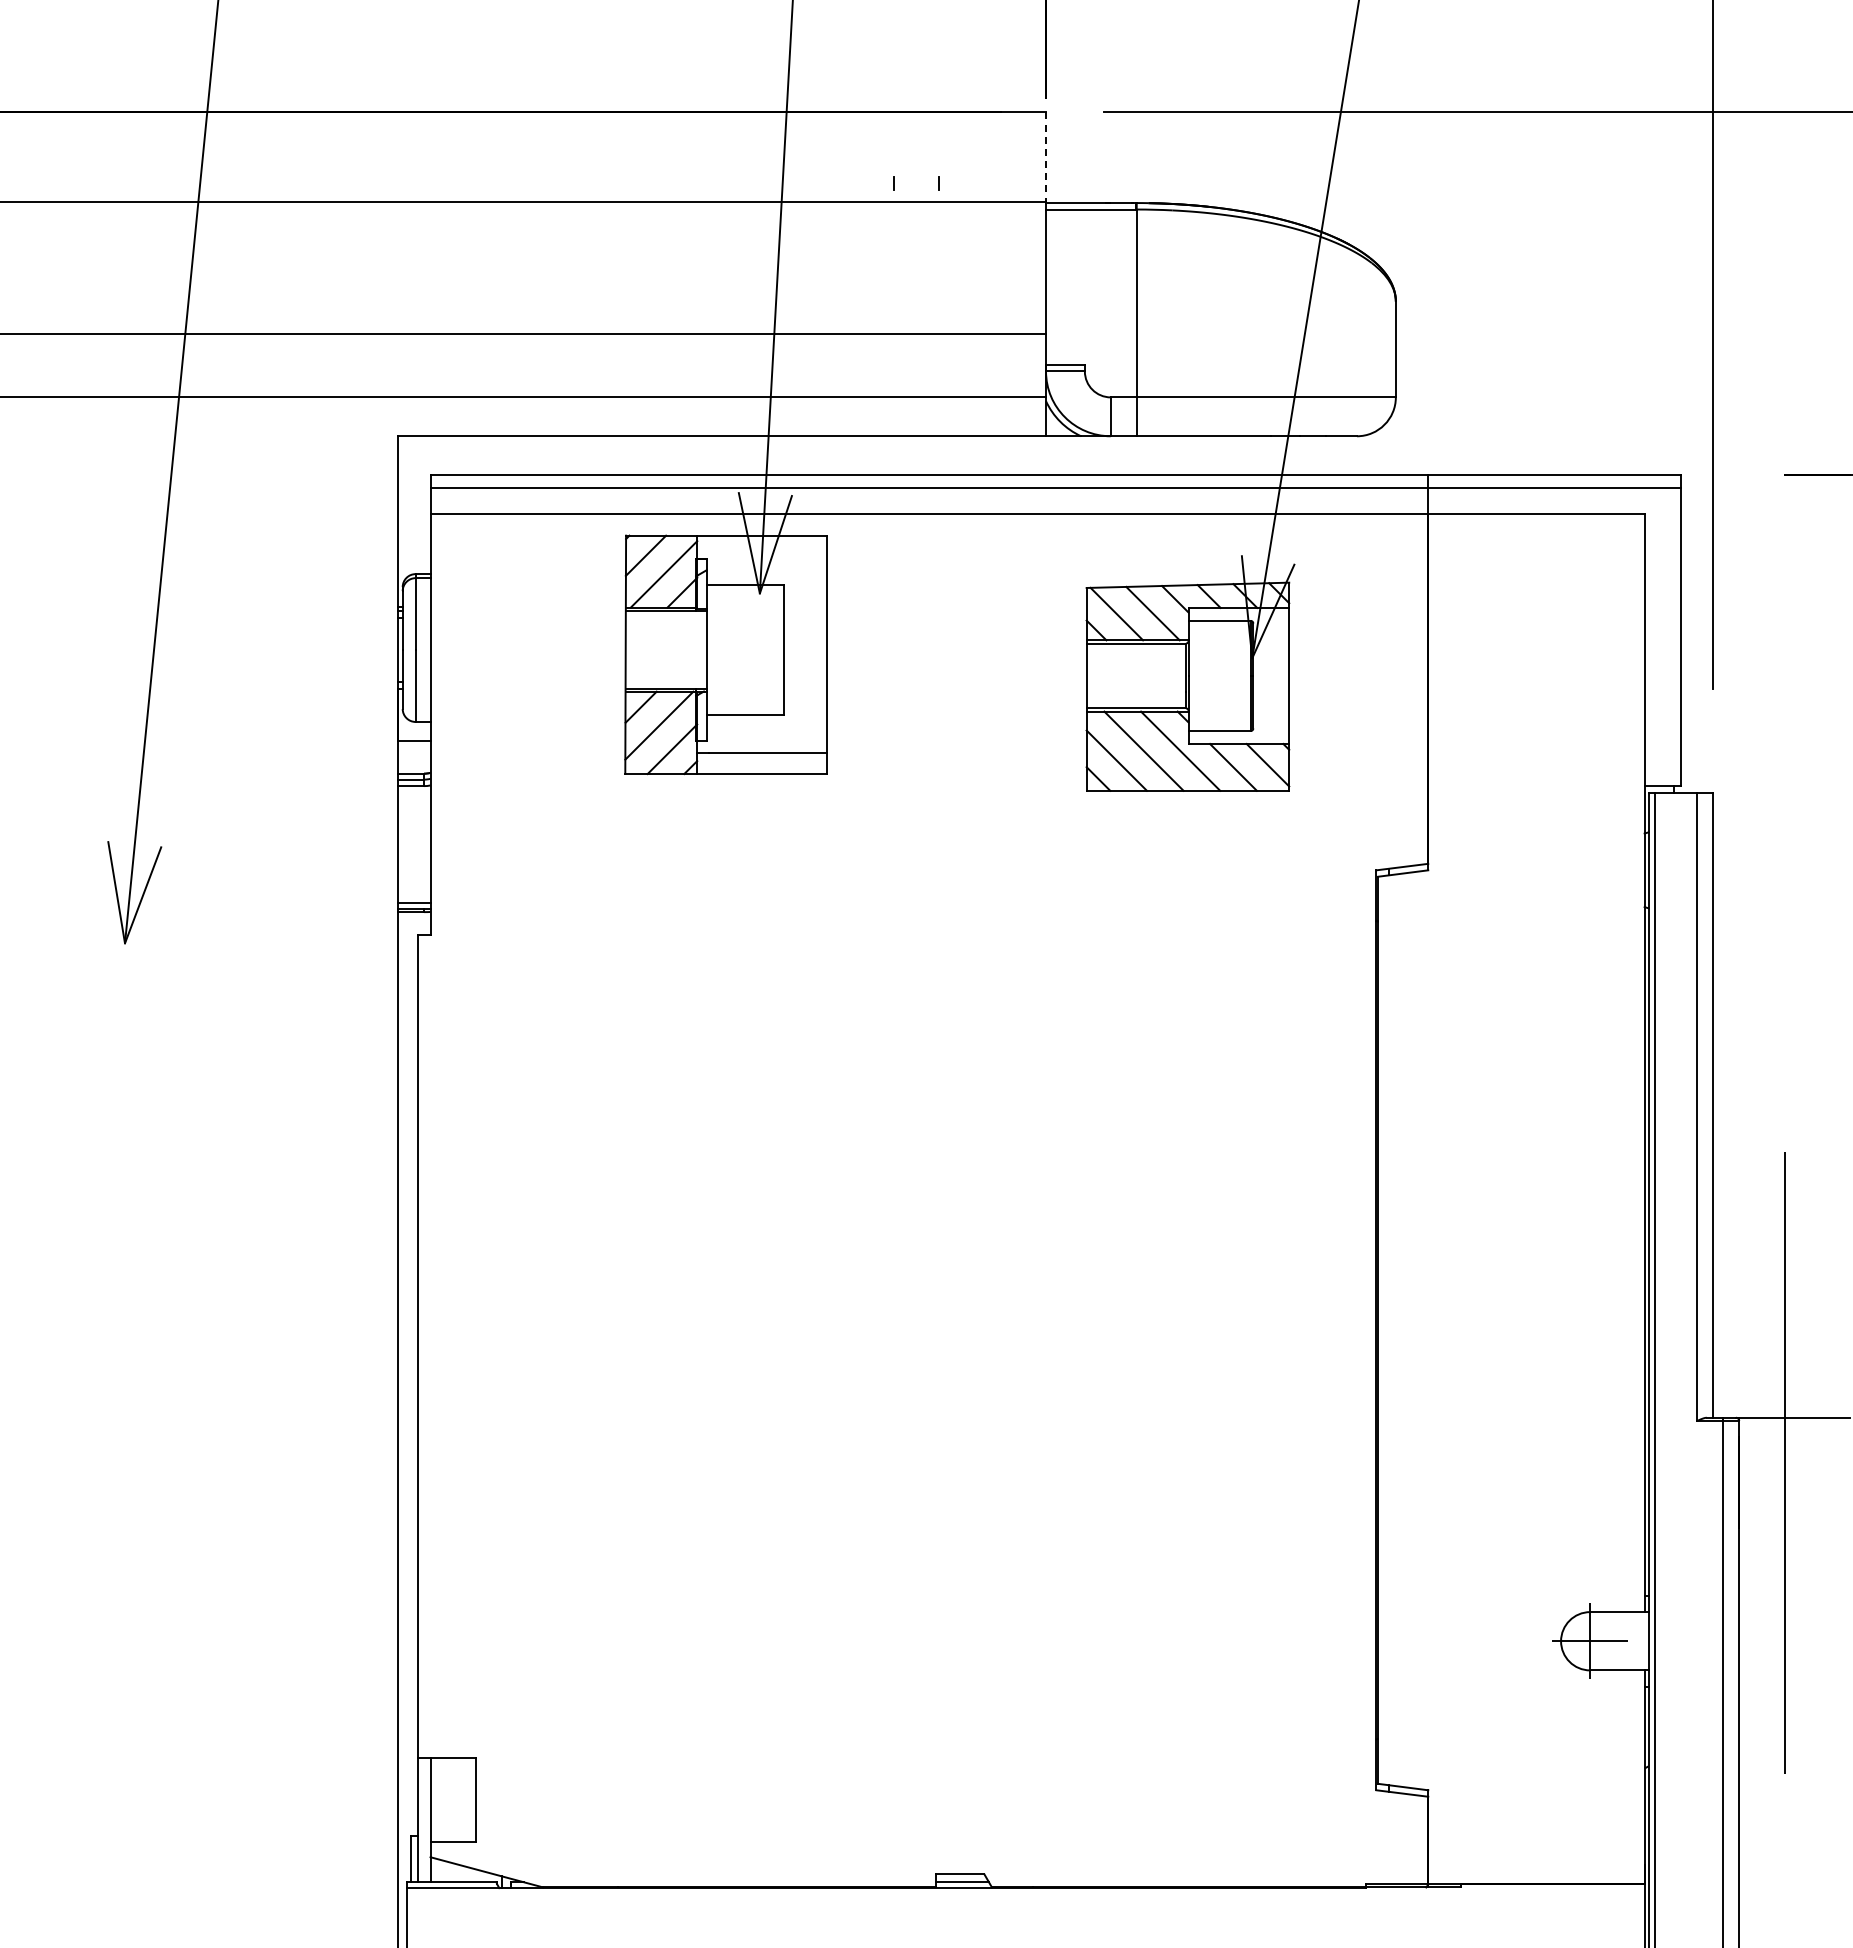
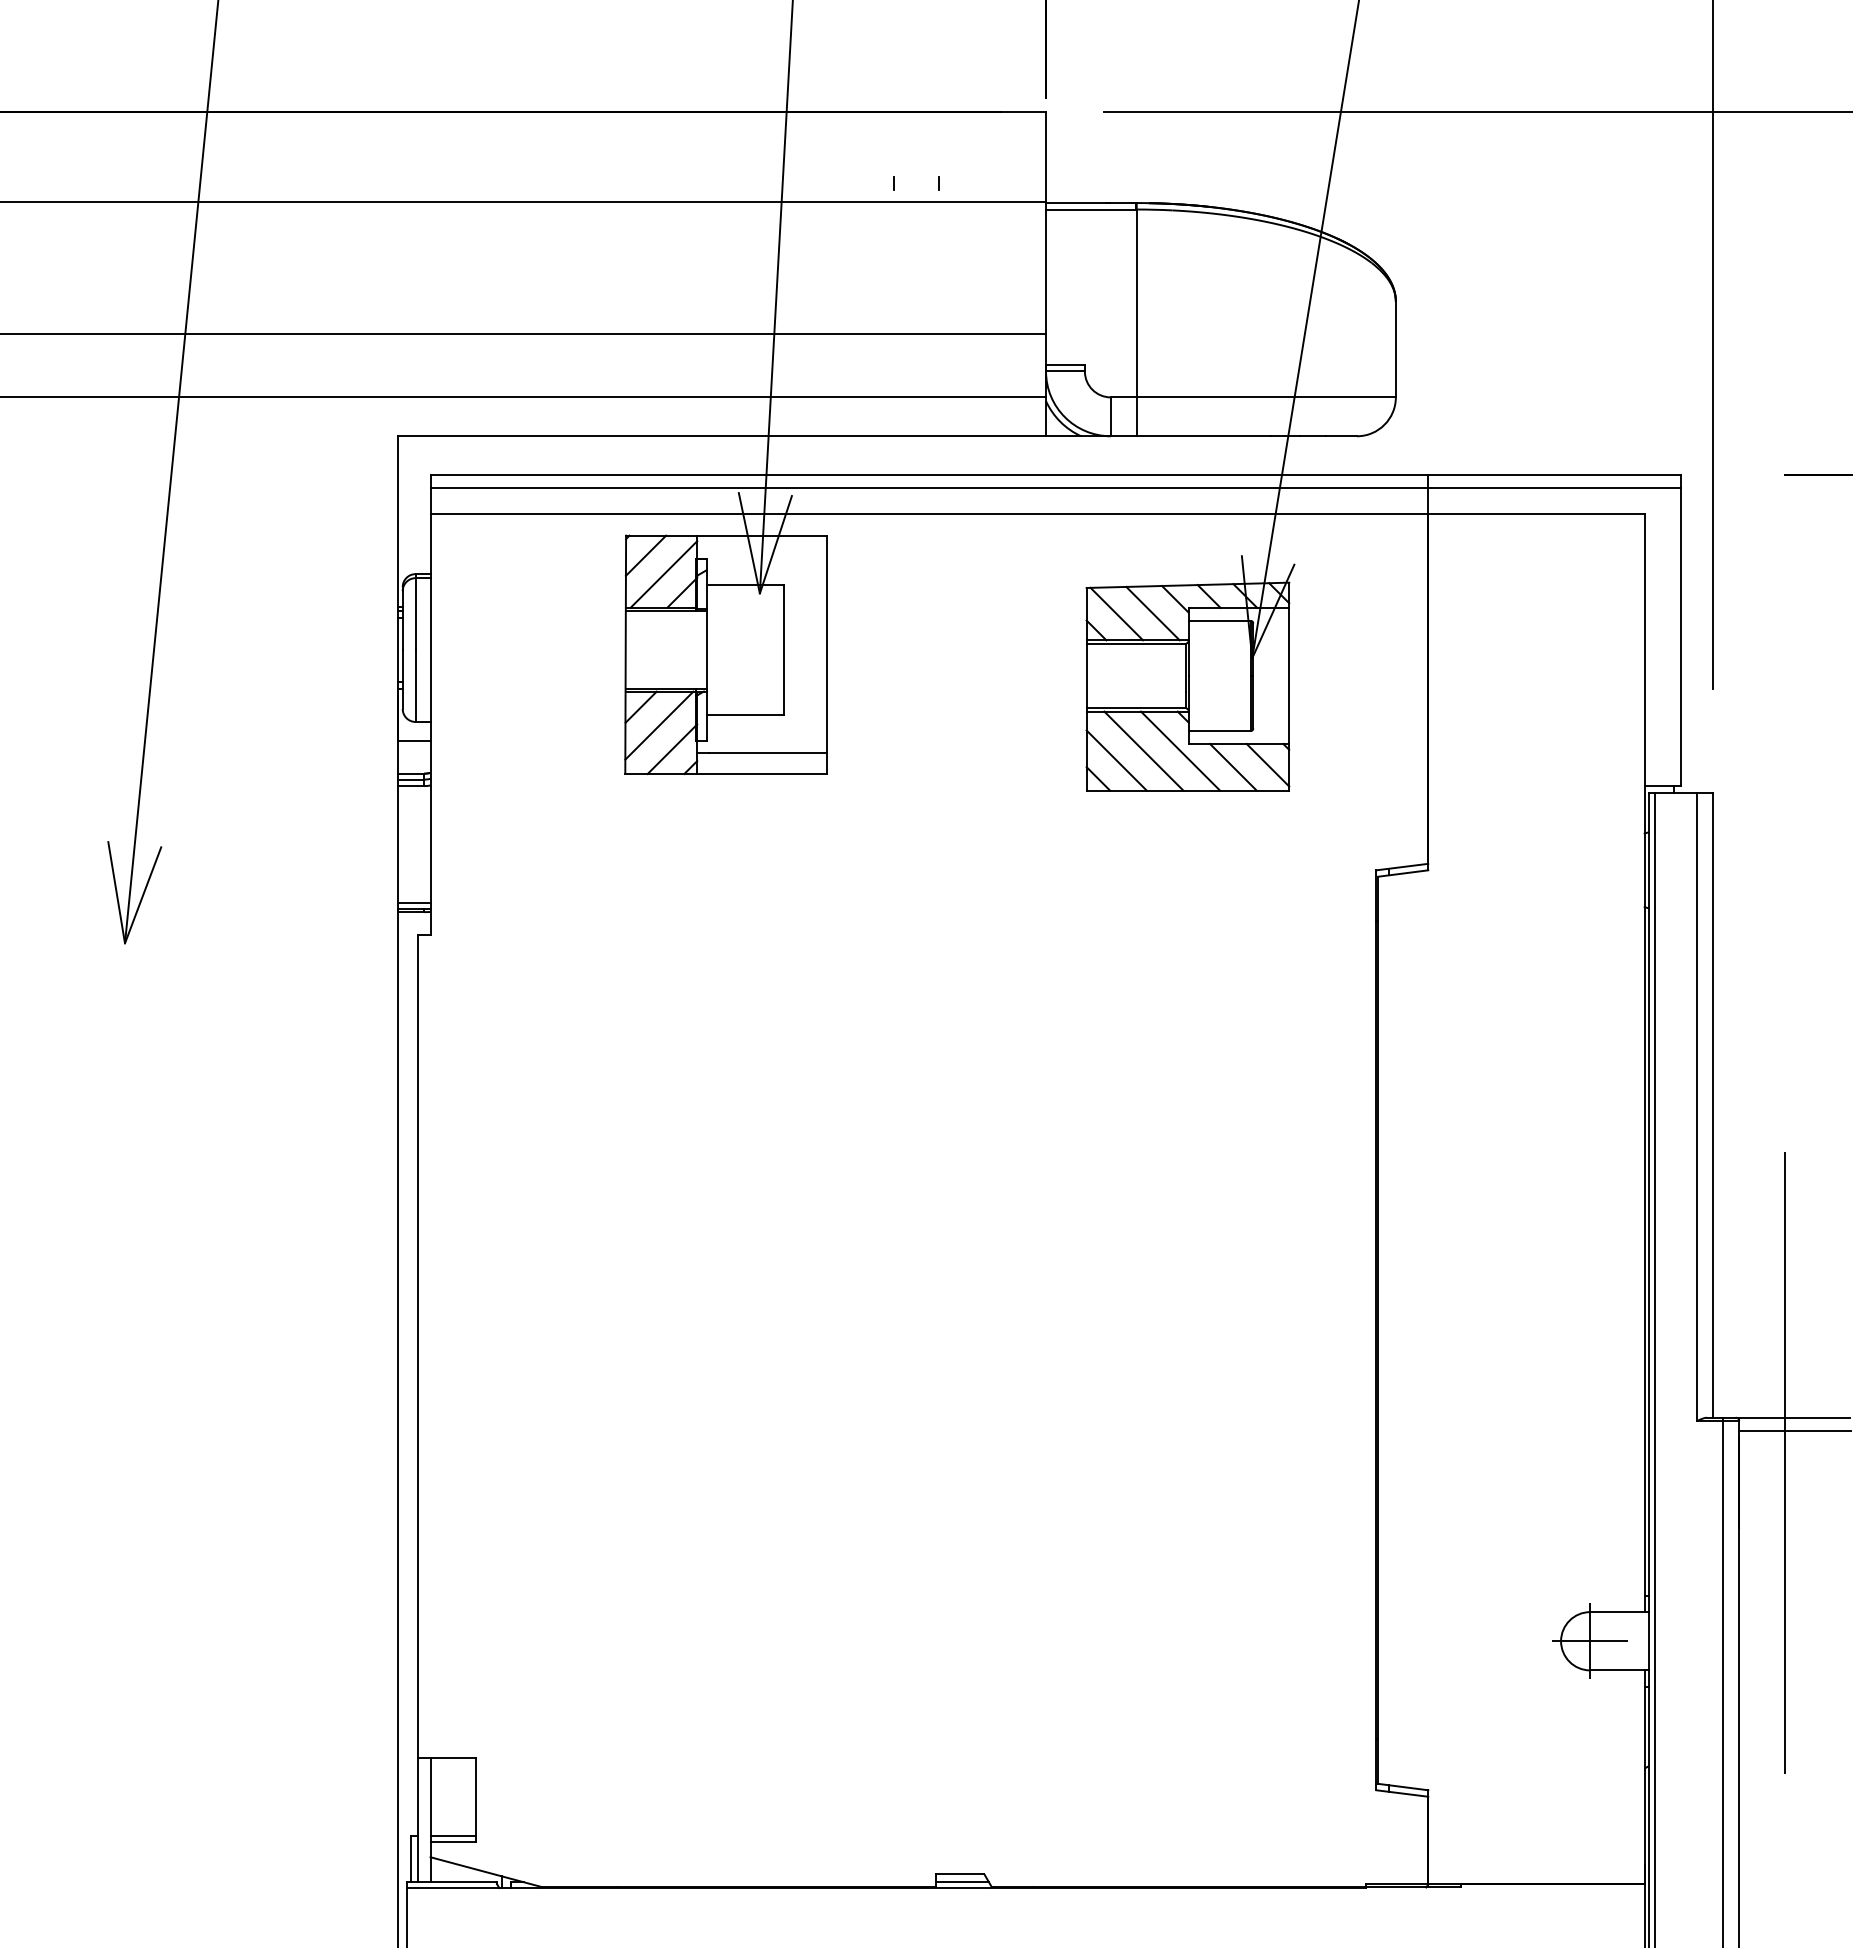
line at (1046, 157): dashed -> solid
line at (1794, 1430): none -> present
line at (452, 1835): none -> present
